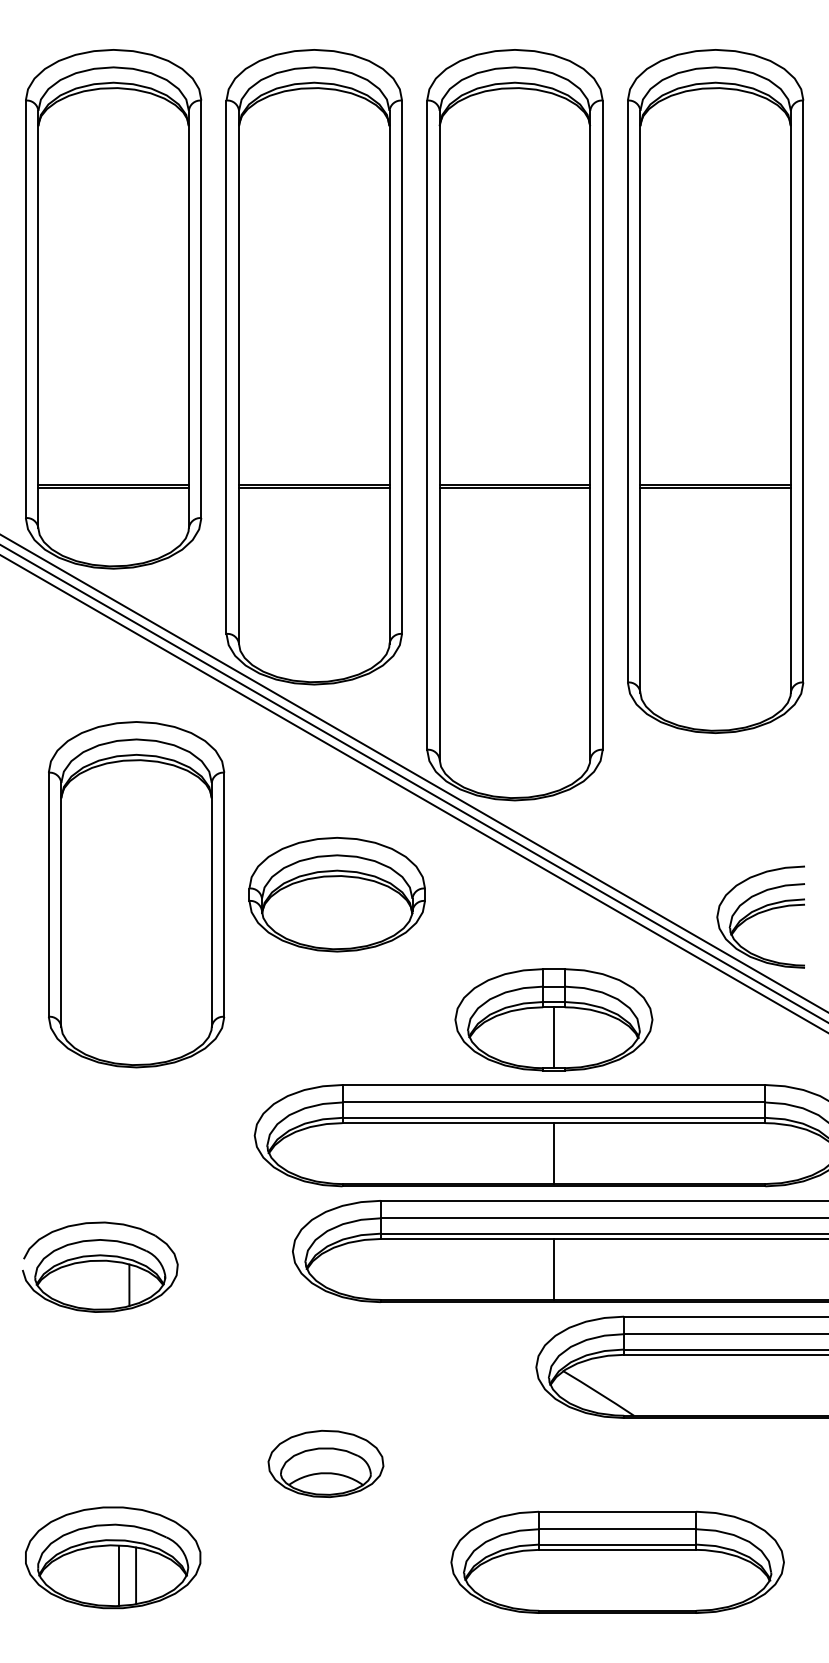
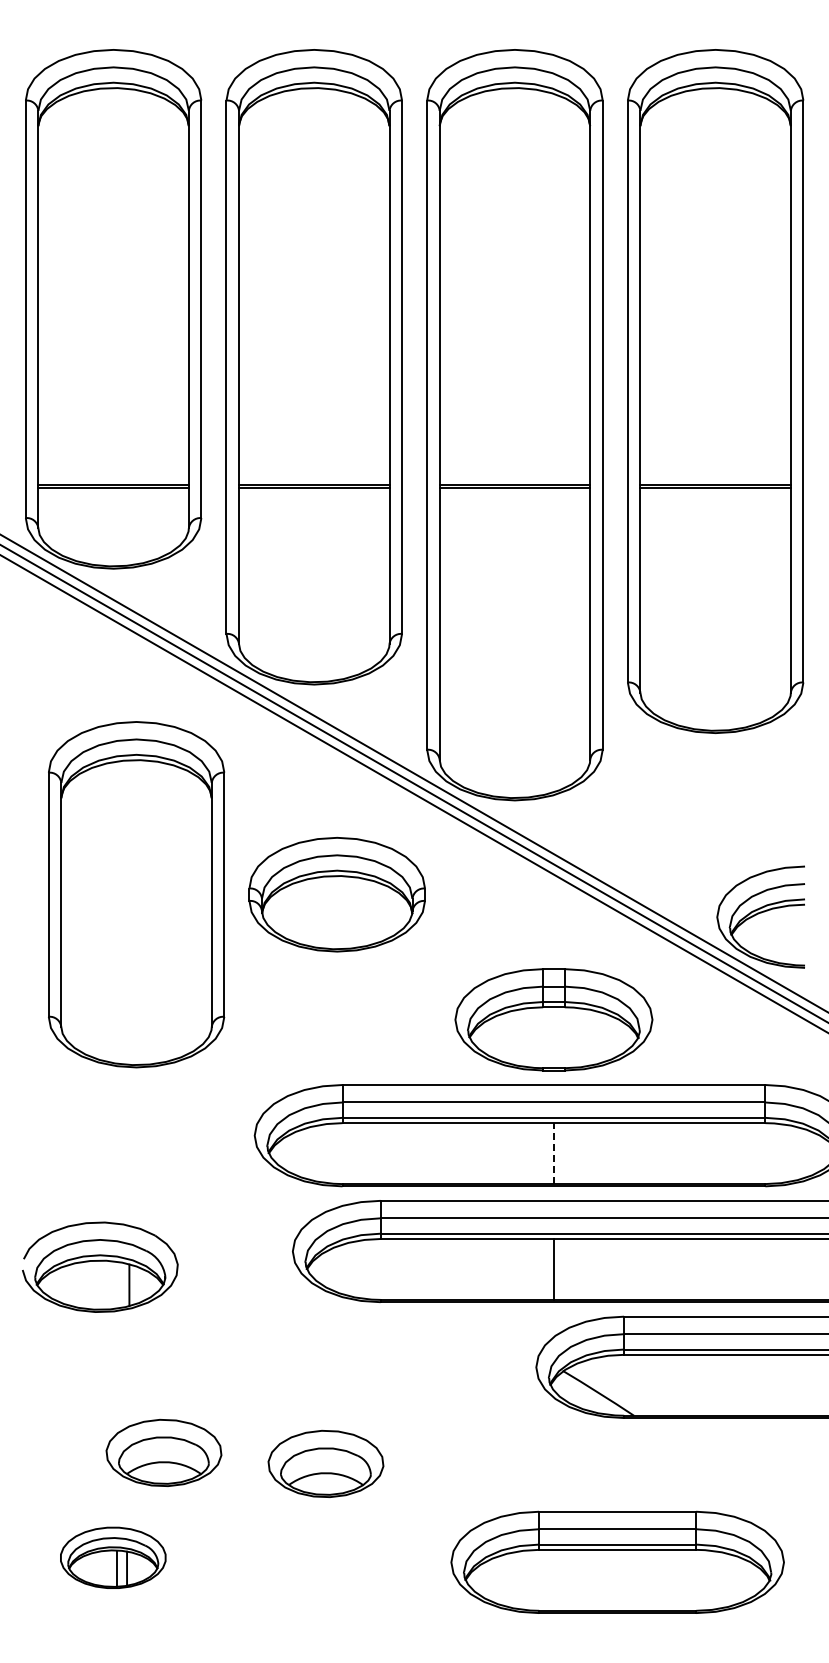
line at (553, 1037): present -> none
line at (553, 1153): solid -> dashed
part at (163, 1452): none -> present
part at (113, 1557) size: 177x104 px -> 107x63 px
